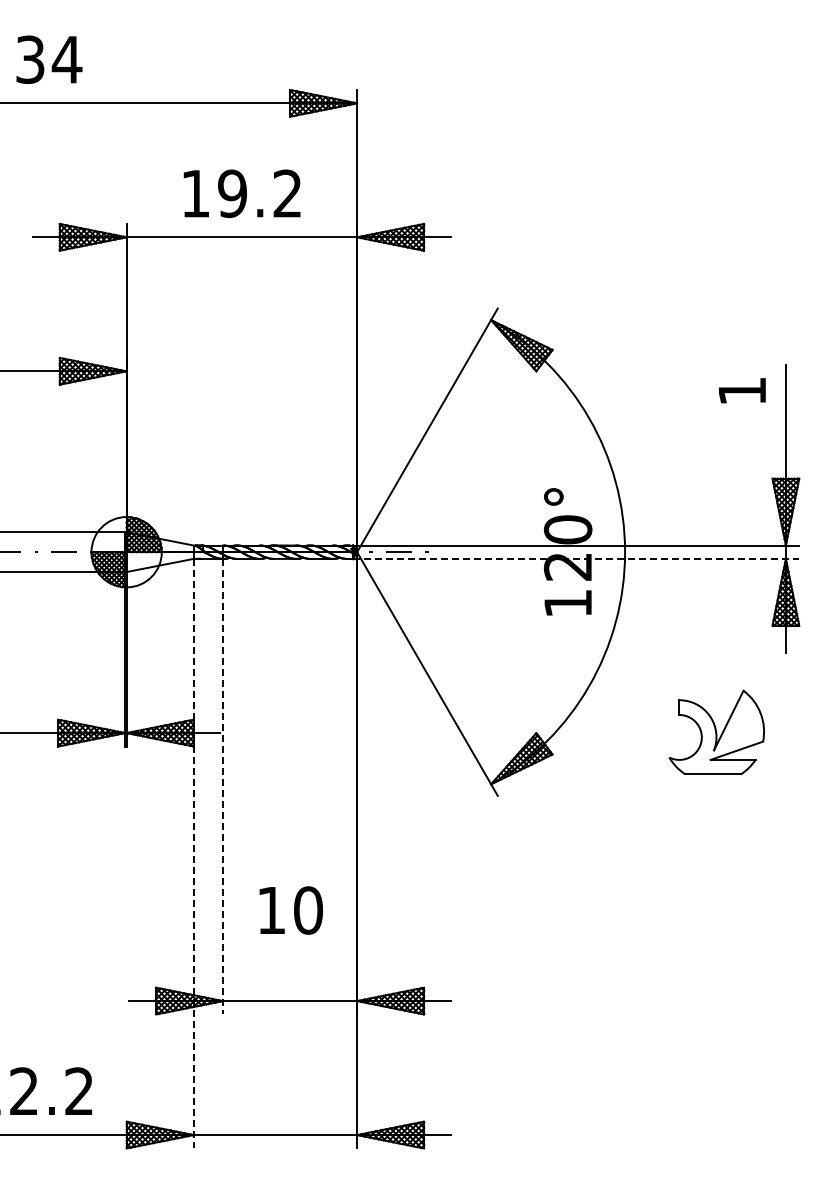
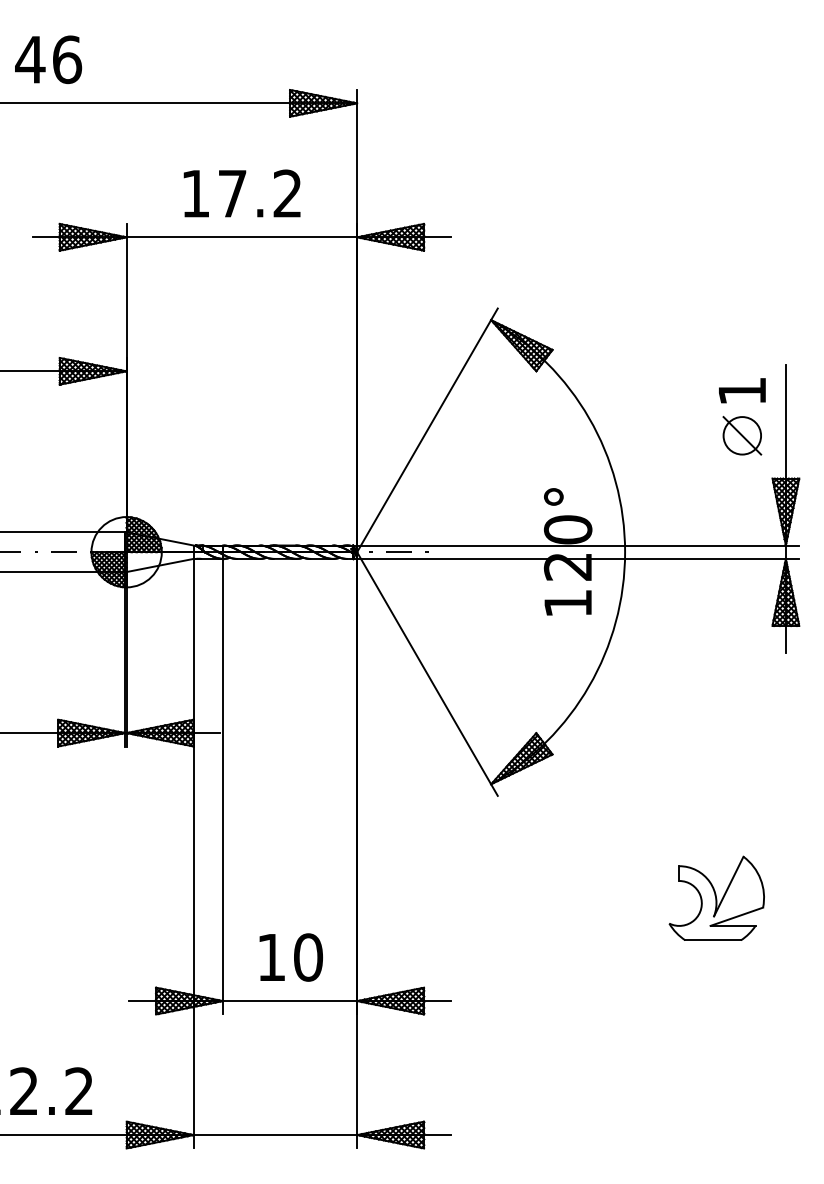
text at (48, 59): 34 -> 46
text at (232, 193): 19.2 -> 17.2
part at (742, 435): none -> present
line at (576, 558): dashed -> solid
part at (716, 731) position: (716, 731) -> (716, 897)
line at (223, 786): dashed -> solid
line at (193, 853): dashed -> solid
text at (290, 910) position: (290, 910) -> (290, 957)
